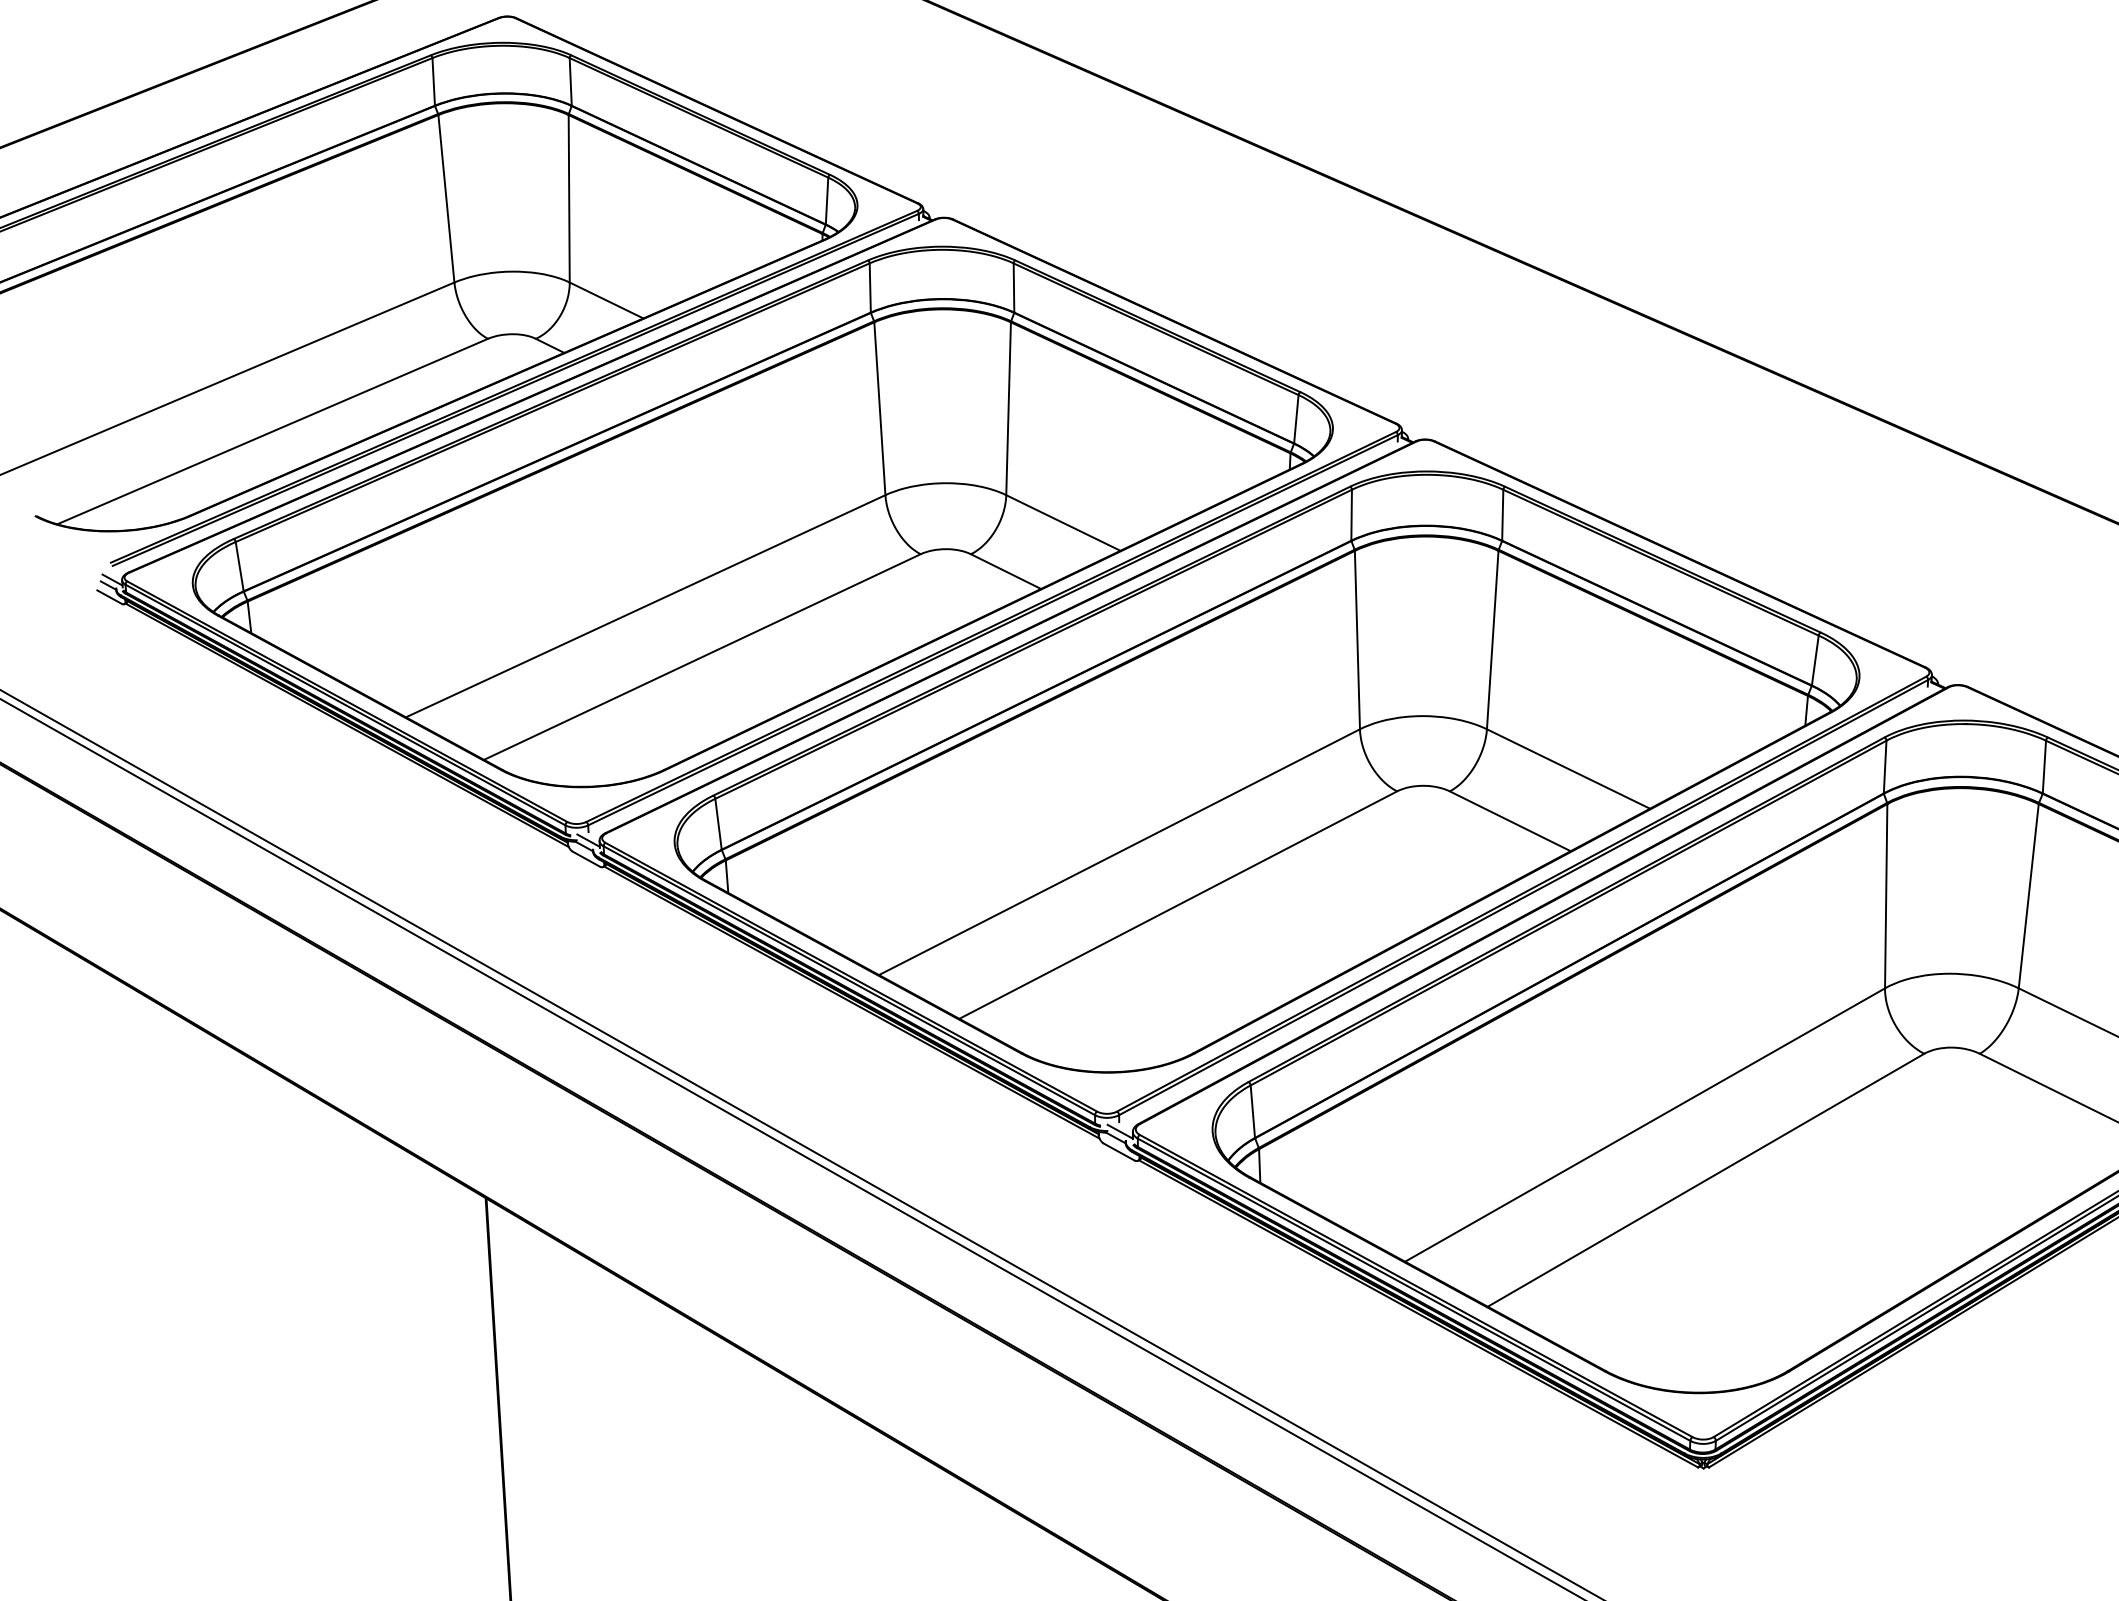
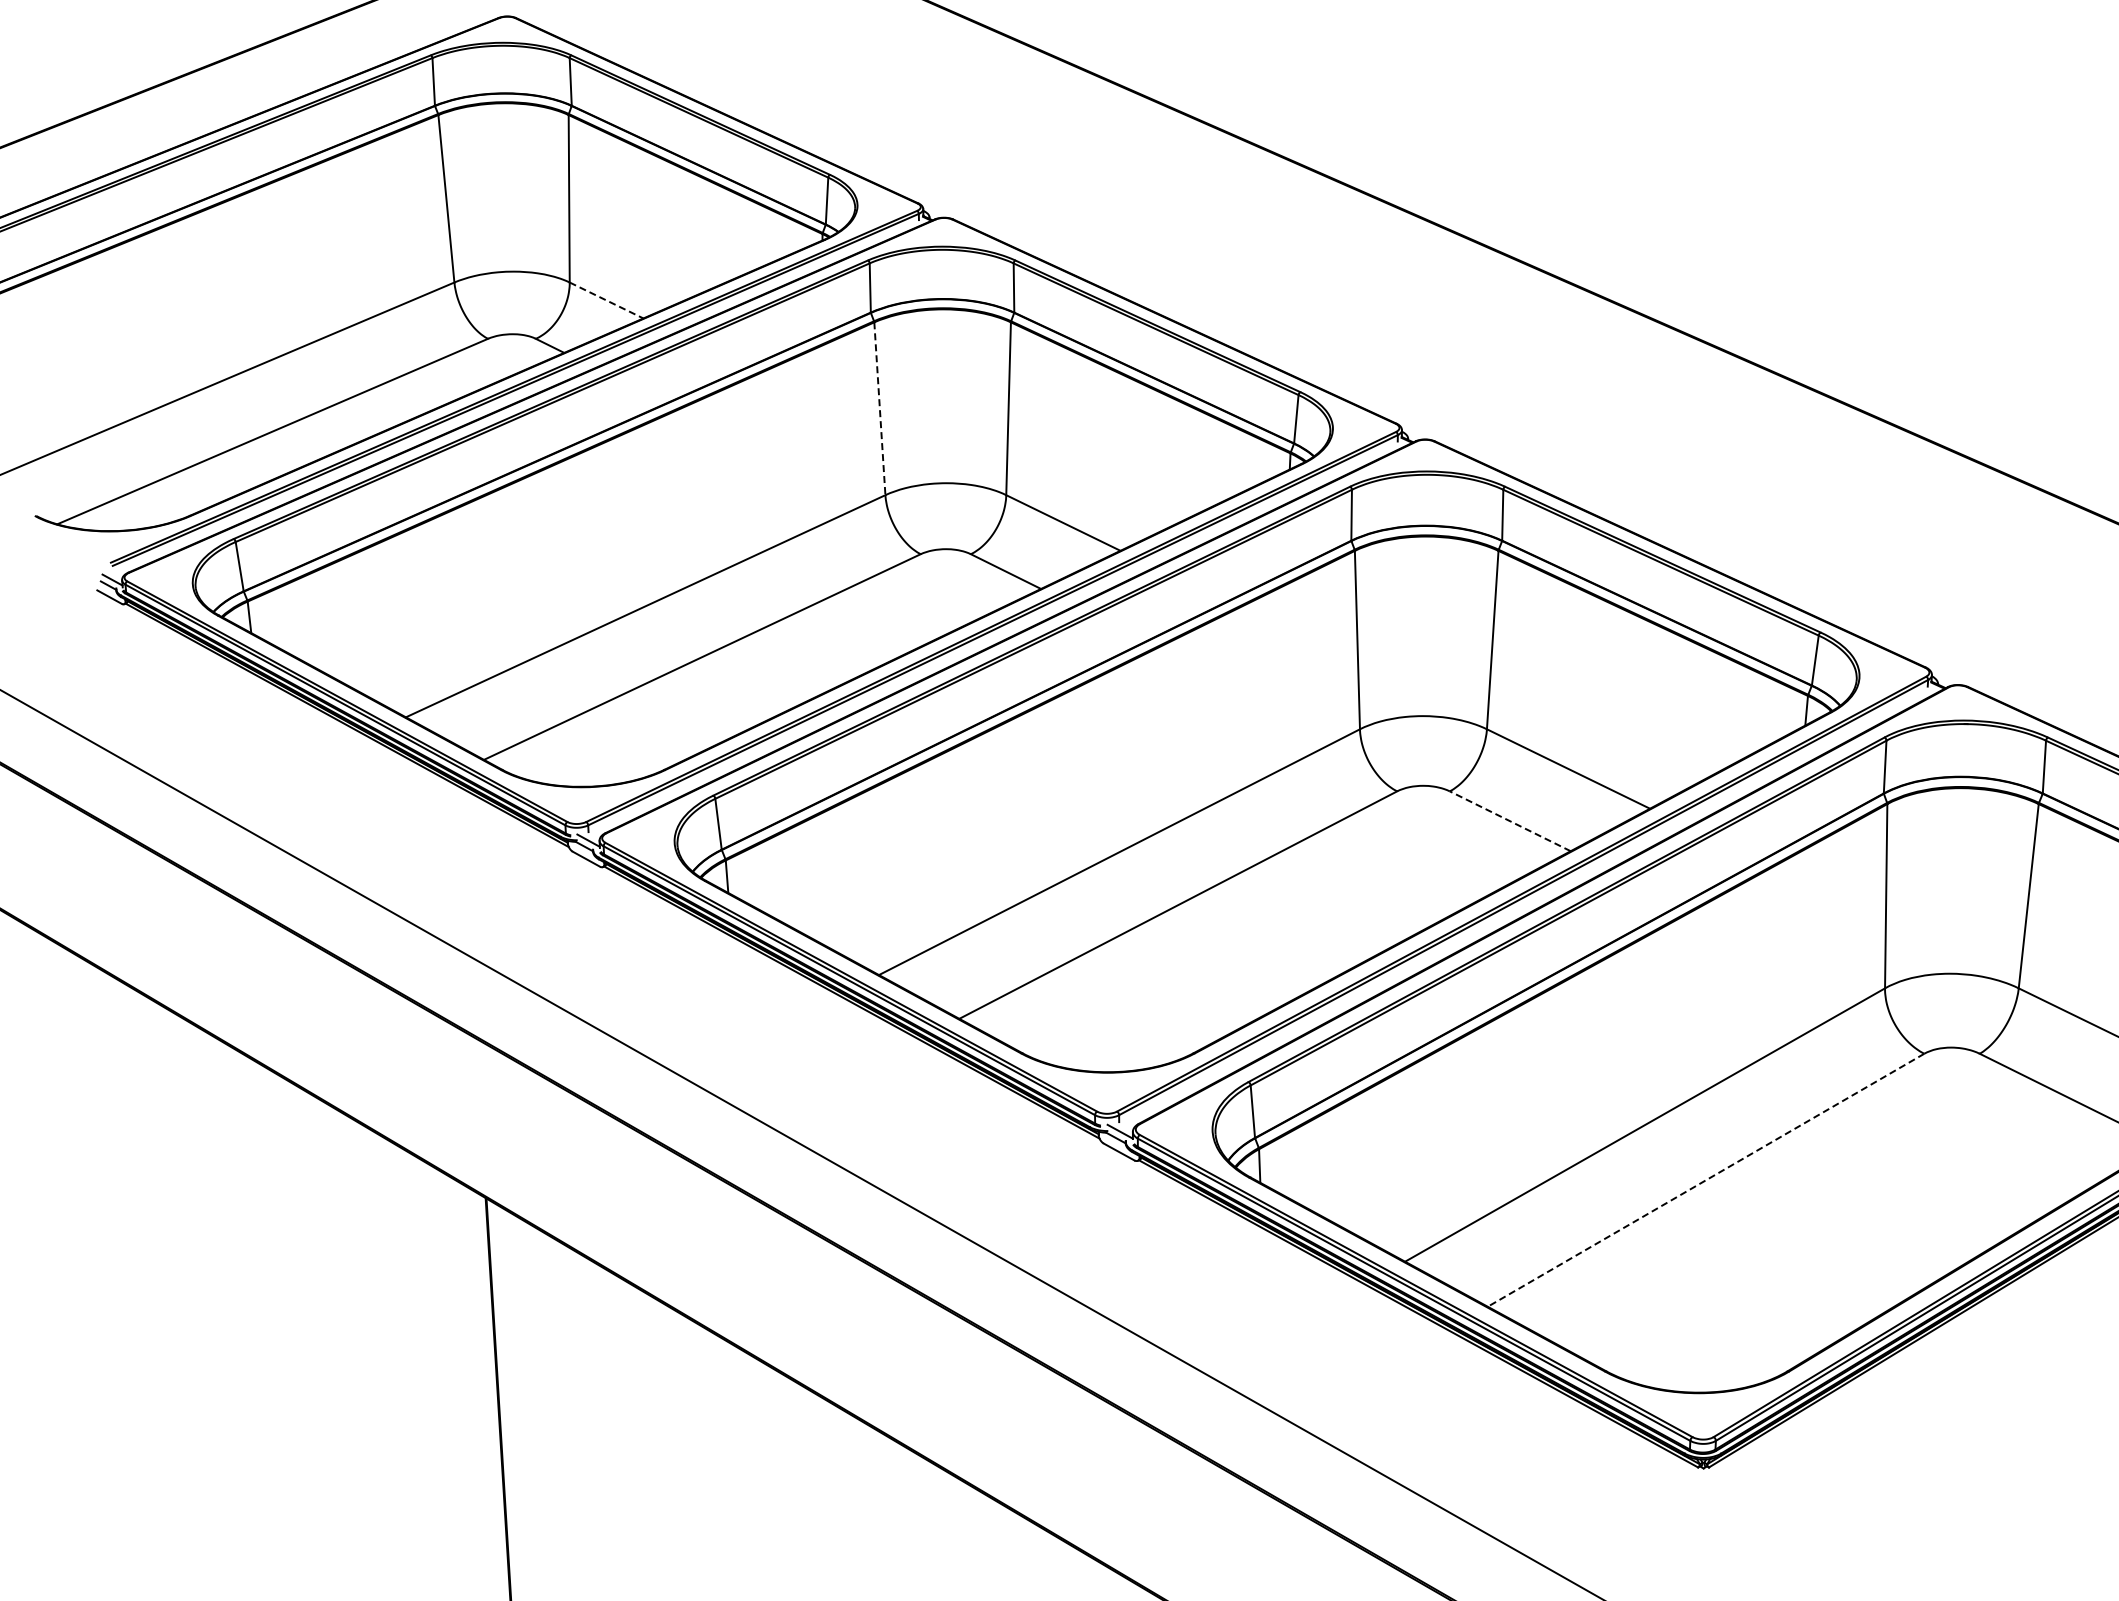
line at (607, 300): solid -> dashed
line at (879, 408): solid -> dashed
line at (1509, 821): solid -> dashed
line at (791, 1148): present -> none
line at (1705, 1180): solid -> dashed
